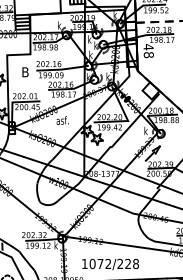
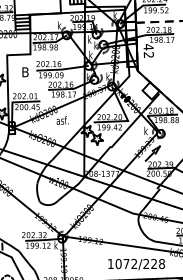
text at (148, 55): 48 -> 42
text at (110, 264) position: (110, 264) -> (136, 264)
